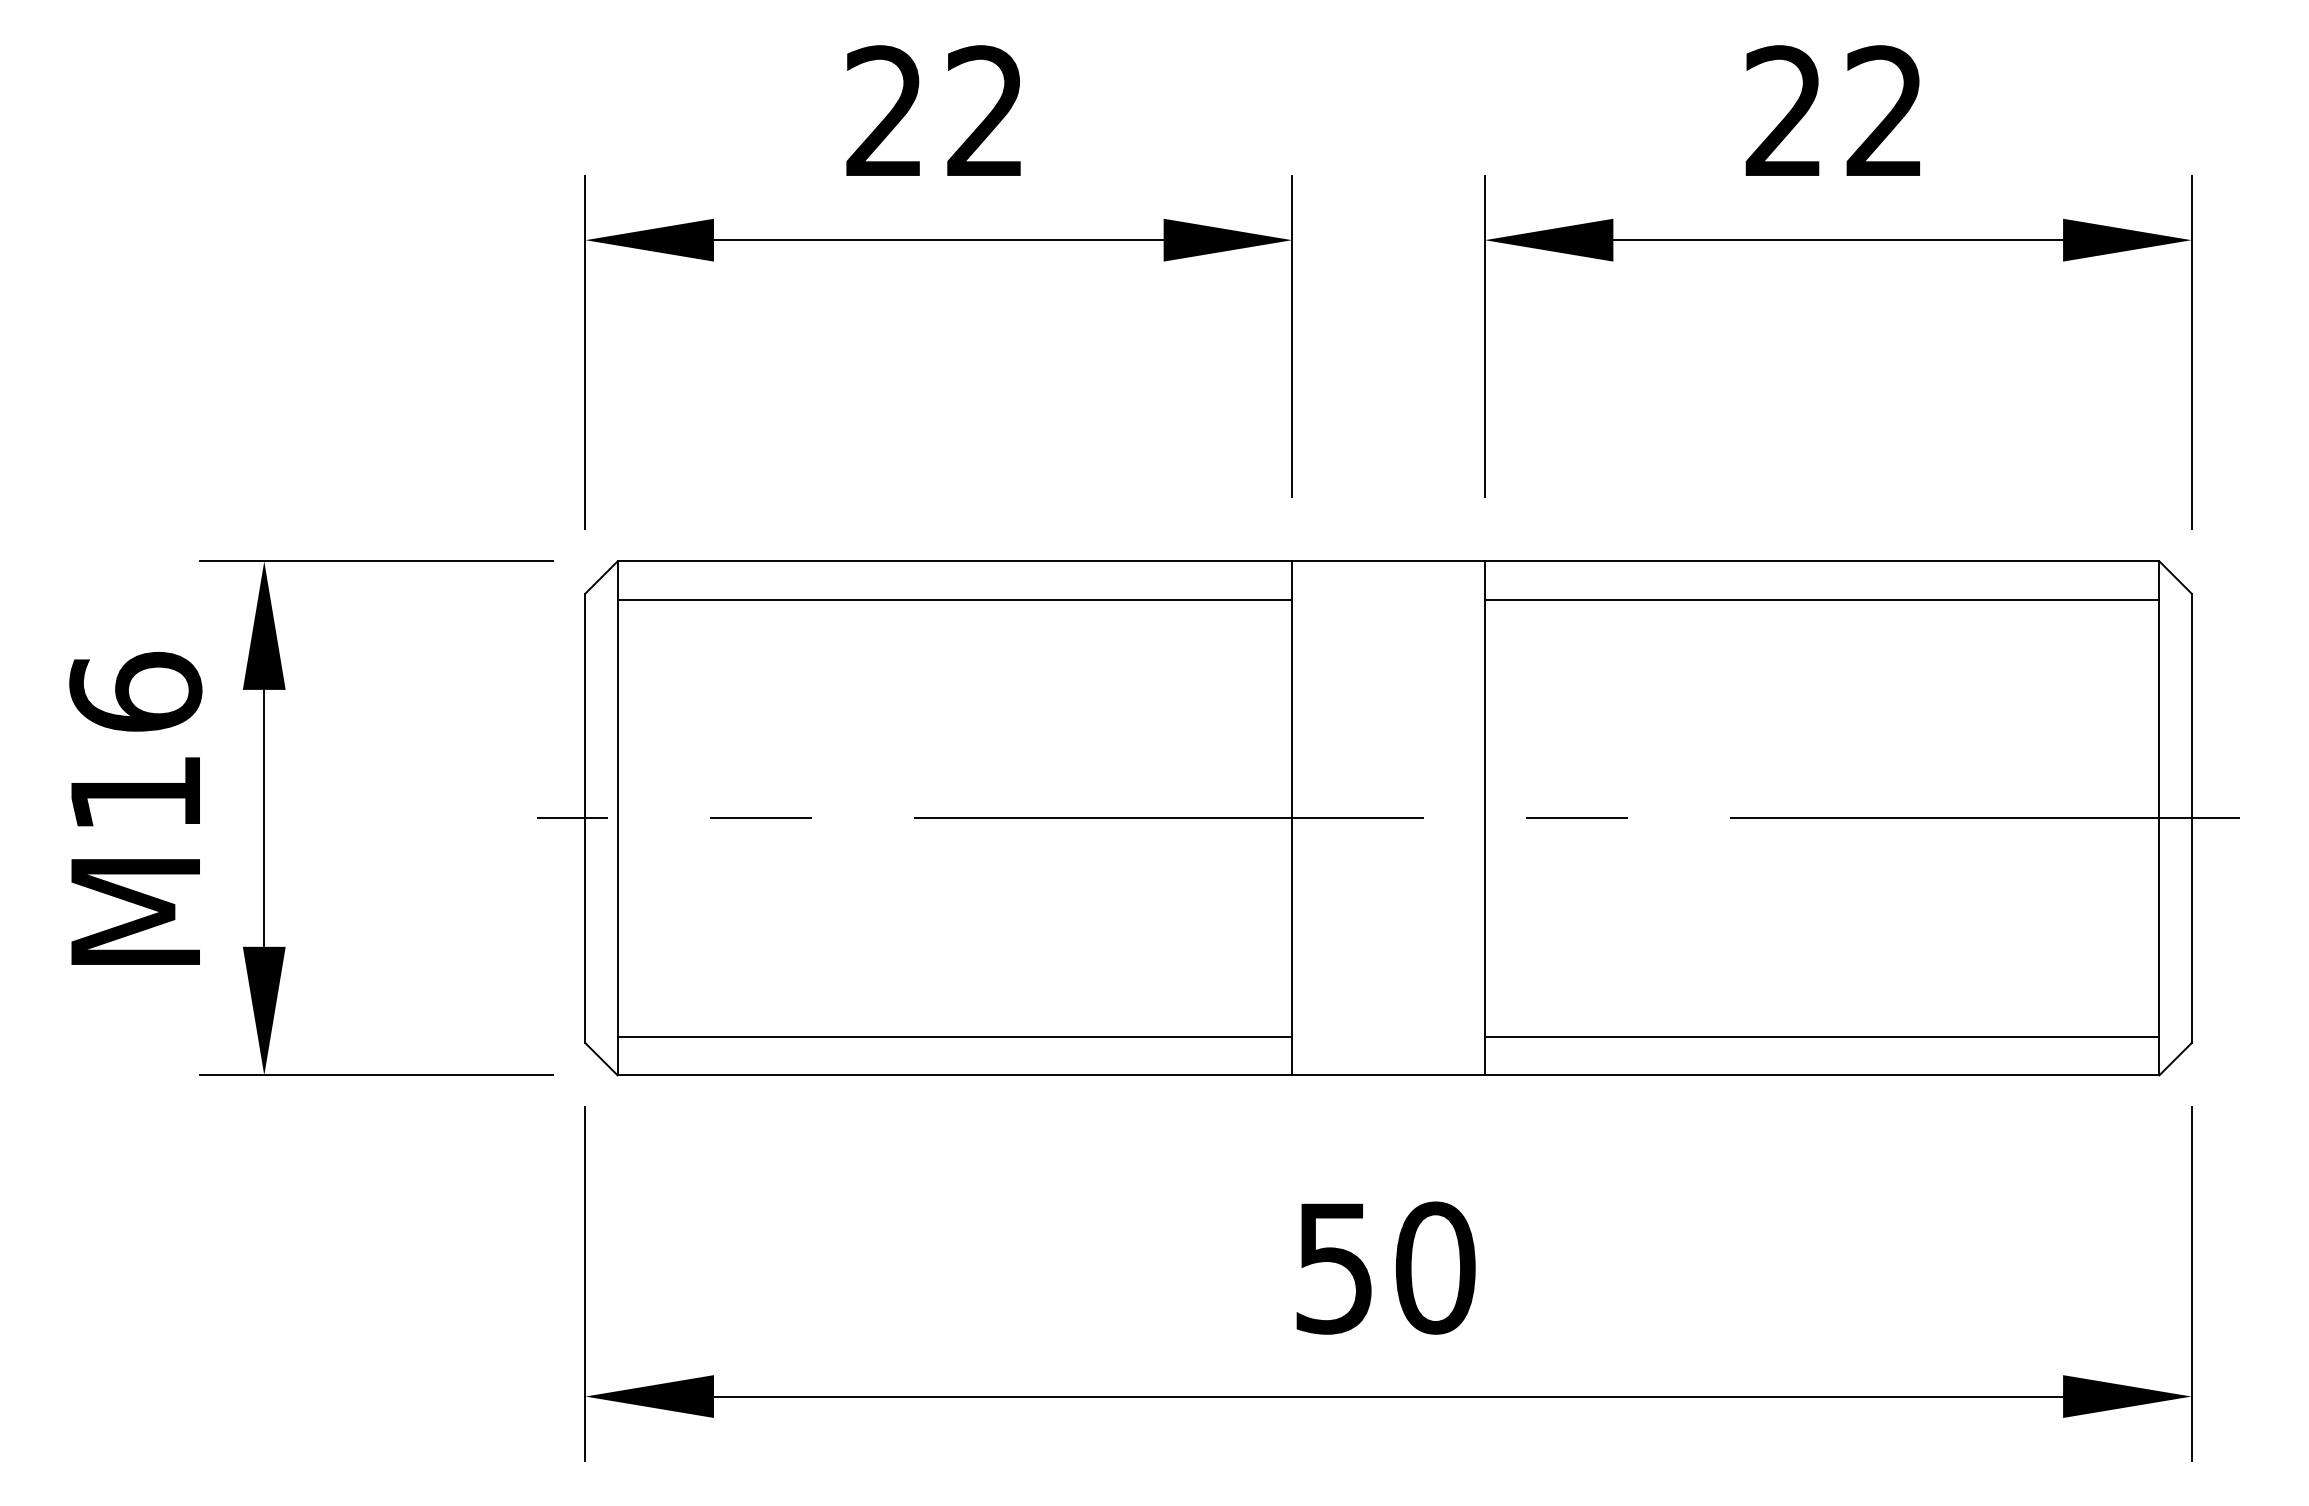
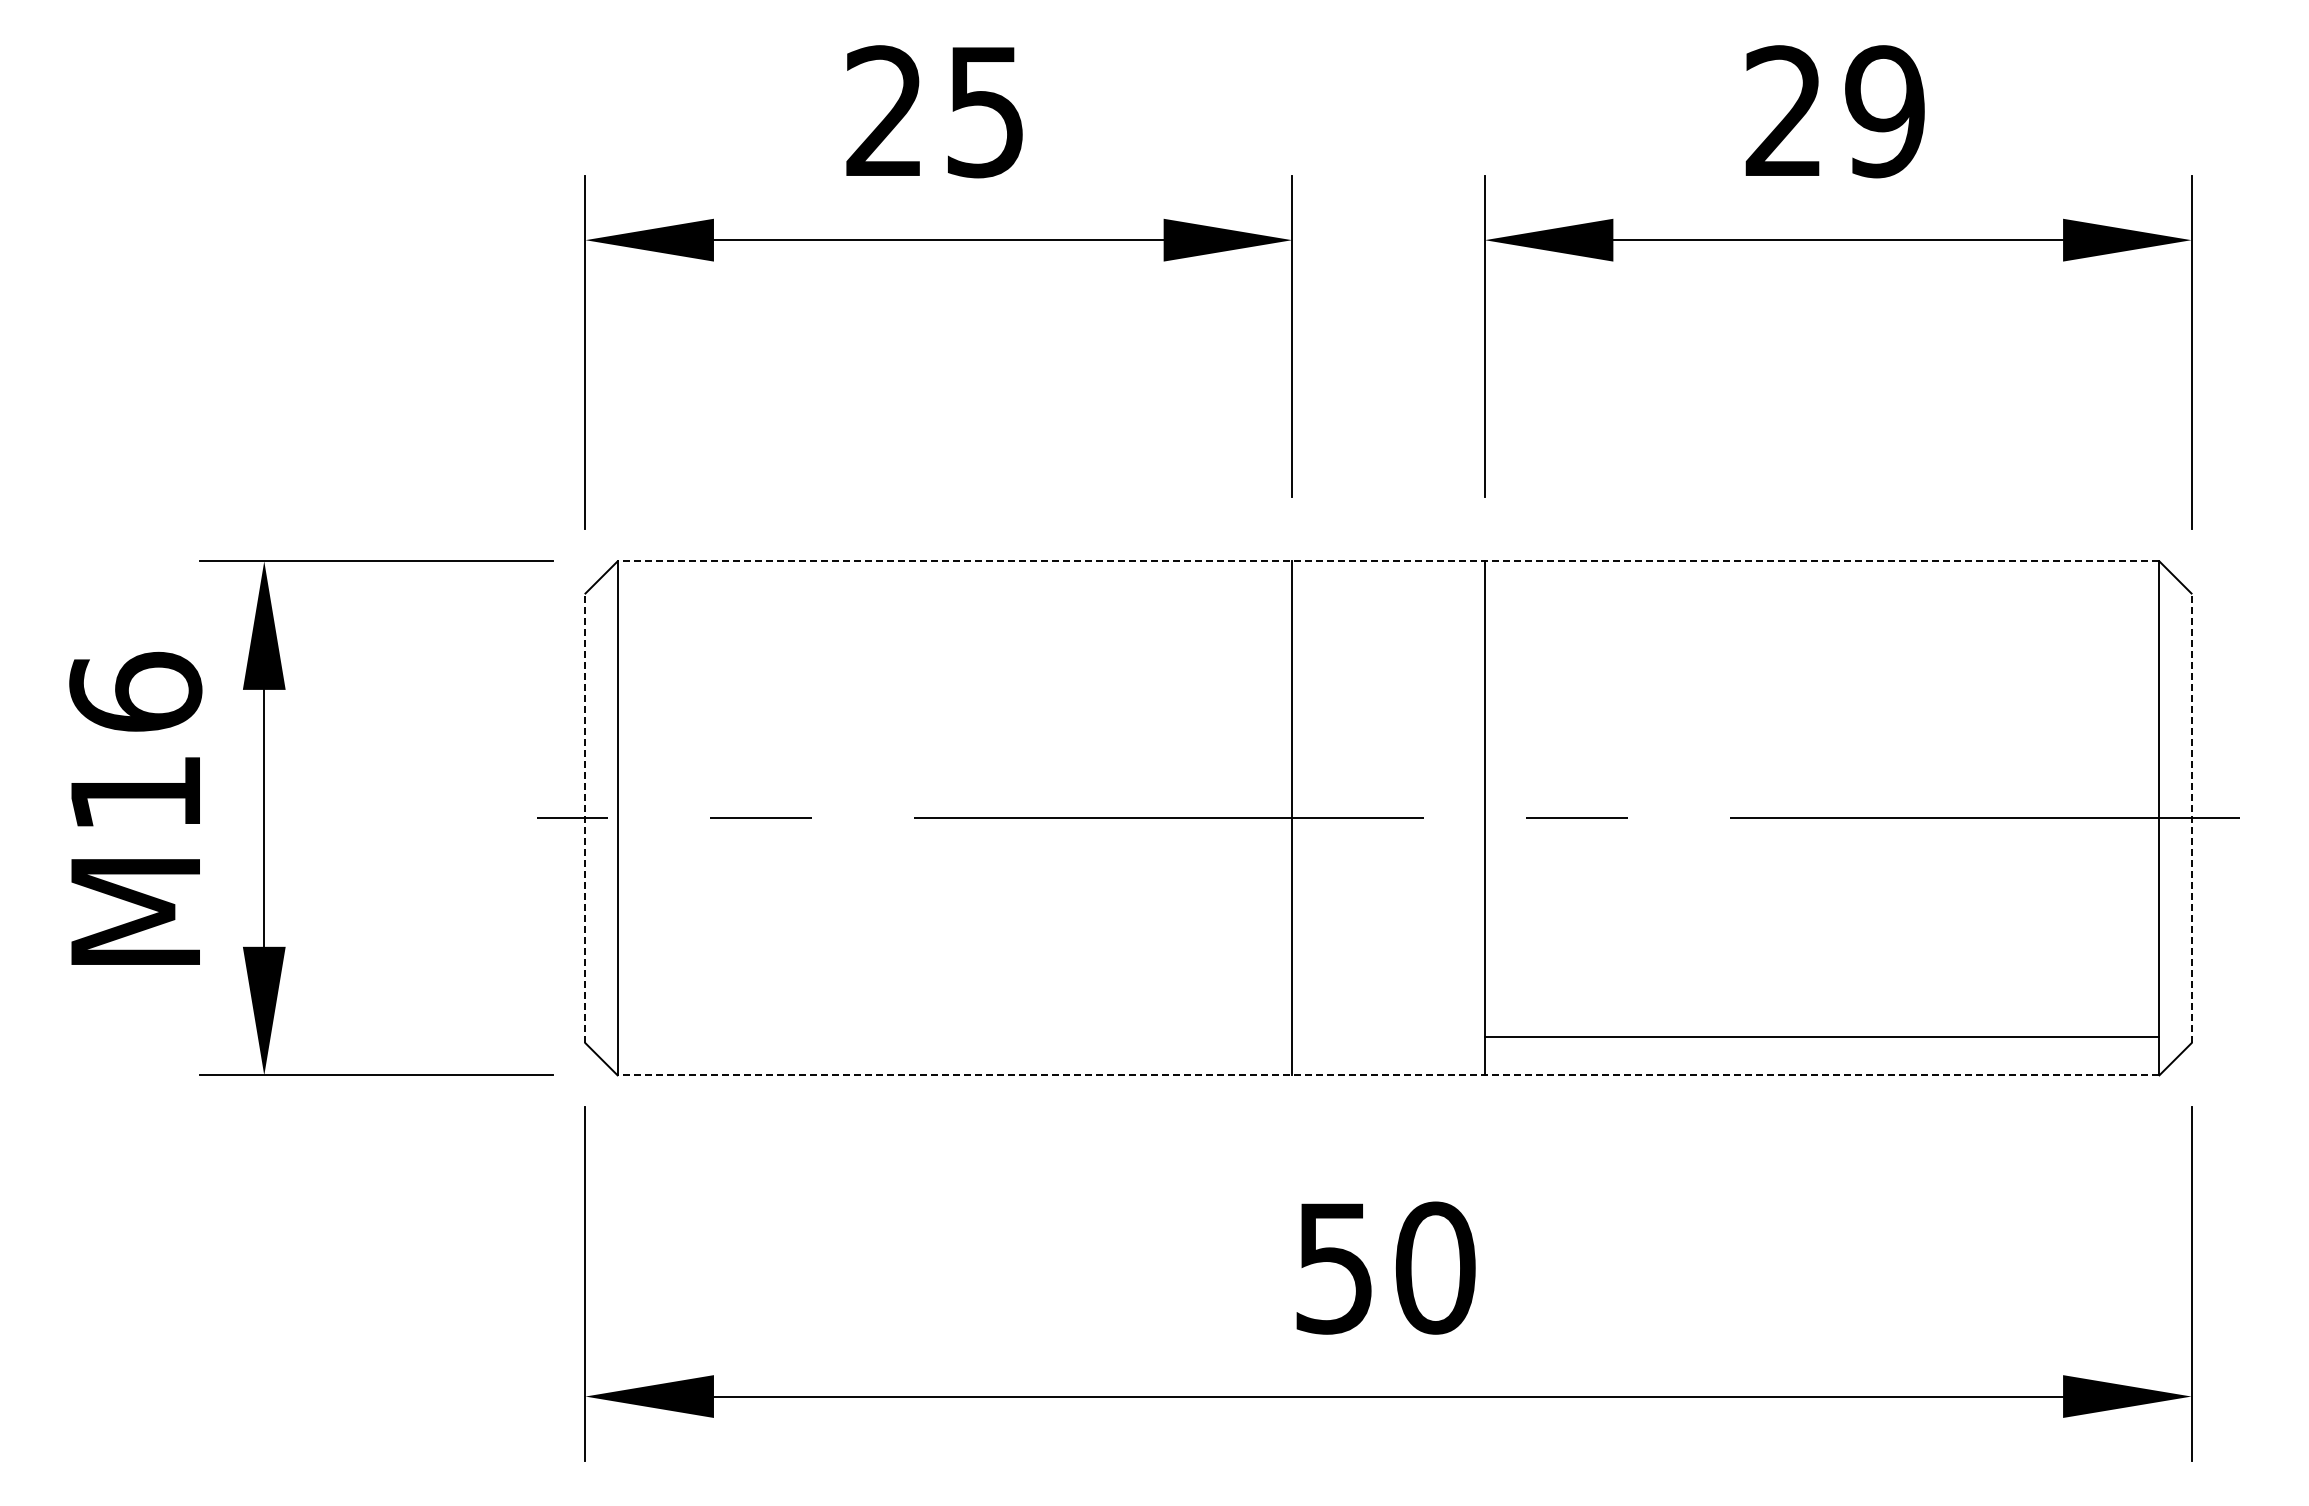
text at (984, 111): 22 -> 25
text at (1884, 111): 22 -> 29
line at (1388, 561): solid -> dashed
line at (954, 600): present -> none
line at (1821, 600): present -> none
line at (585, 818): solid -> dashed
line at (2191, 818): solid -> dashed
line at (954, 1036): present -> none
line at (1388, 1075): solid -> dashed
